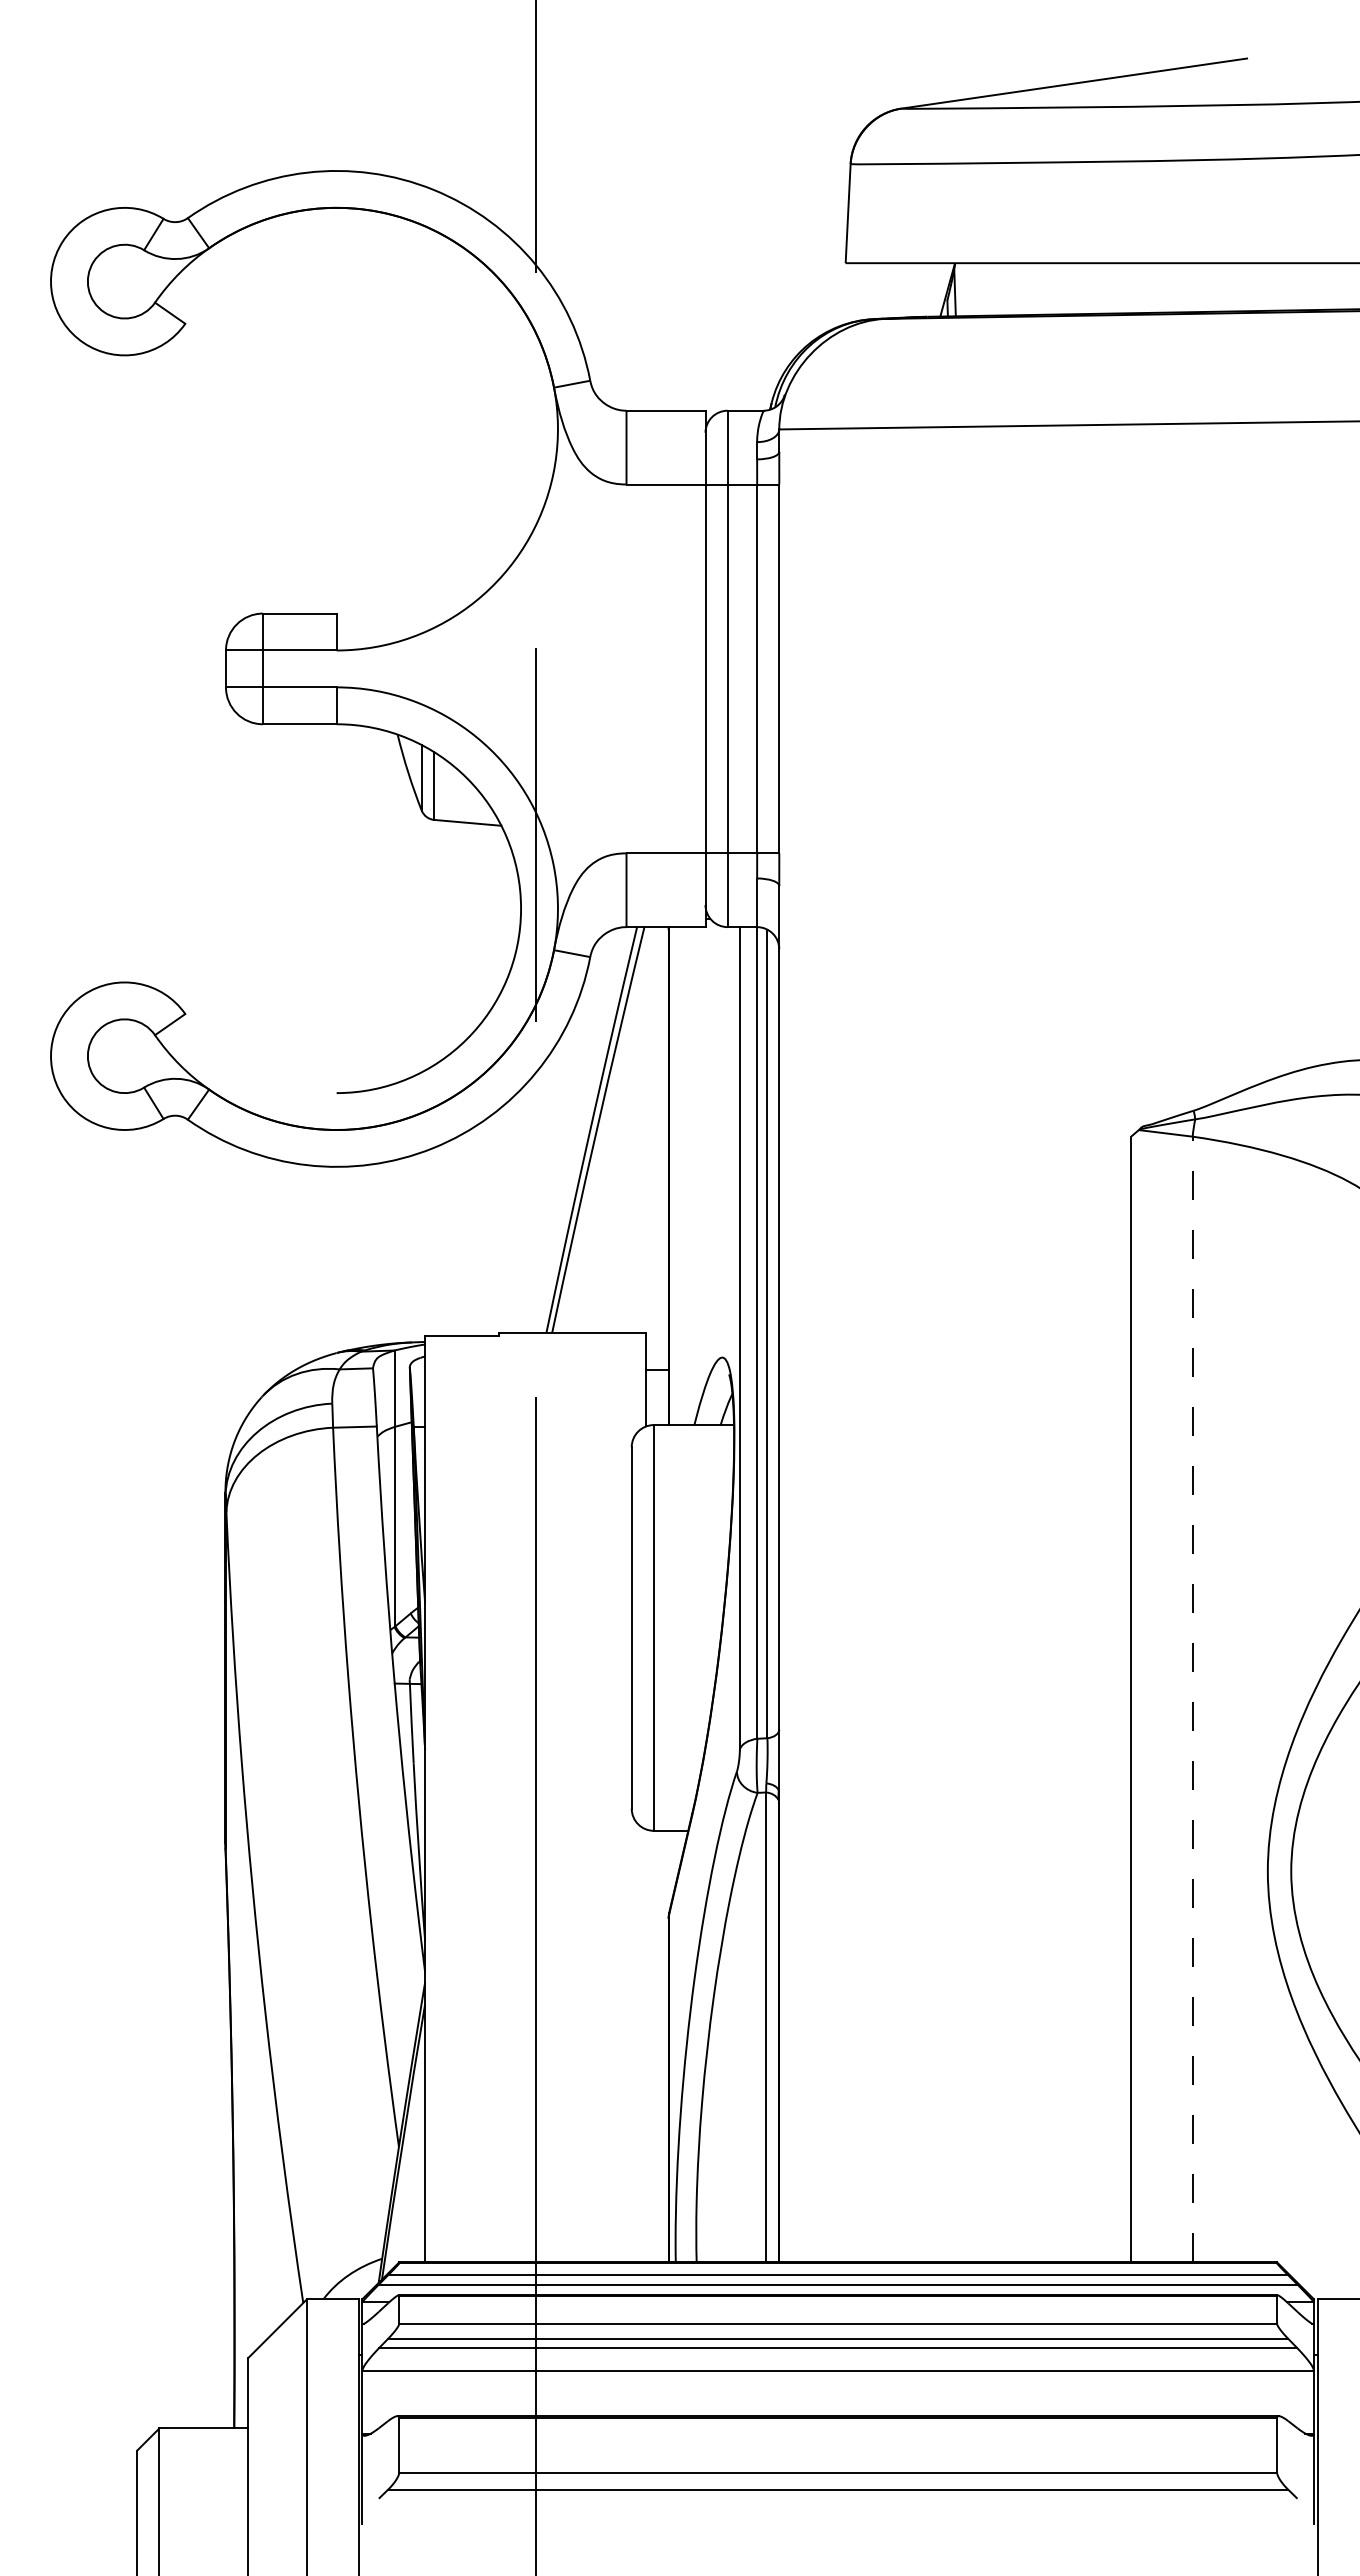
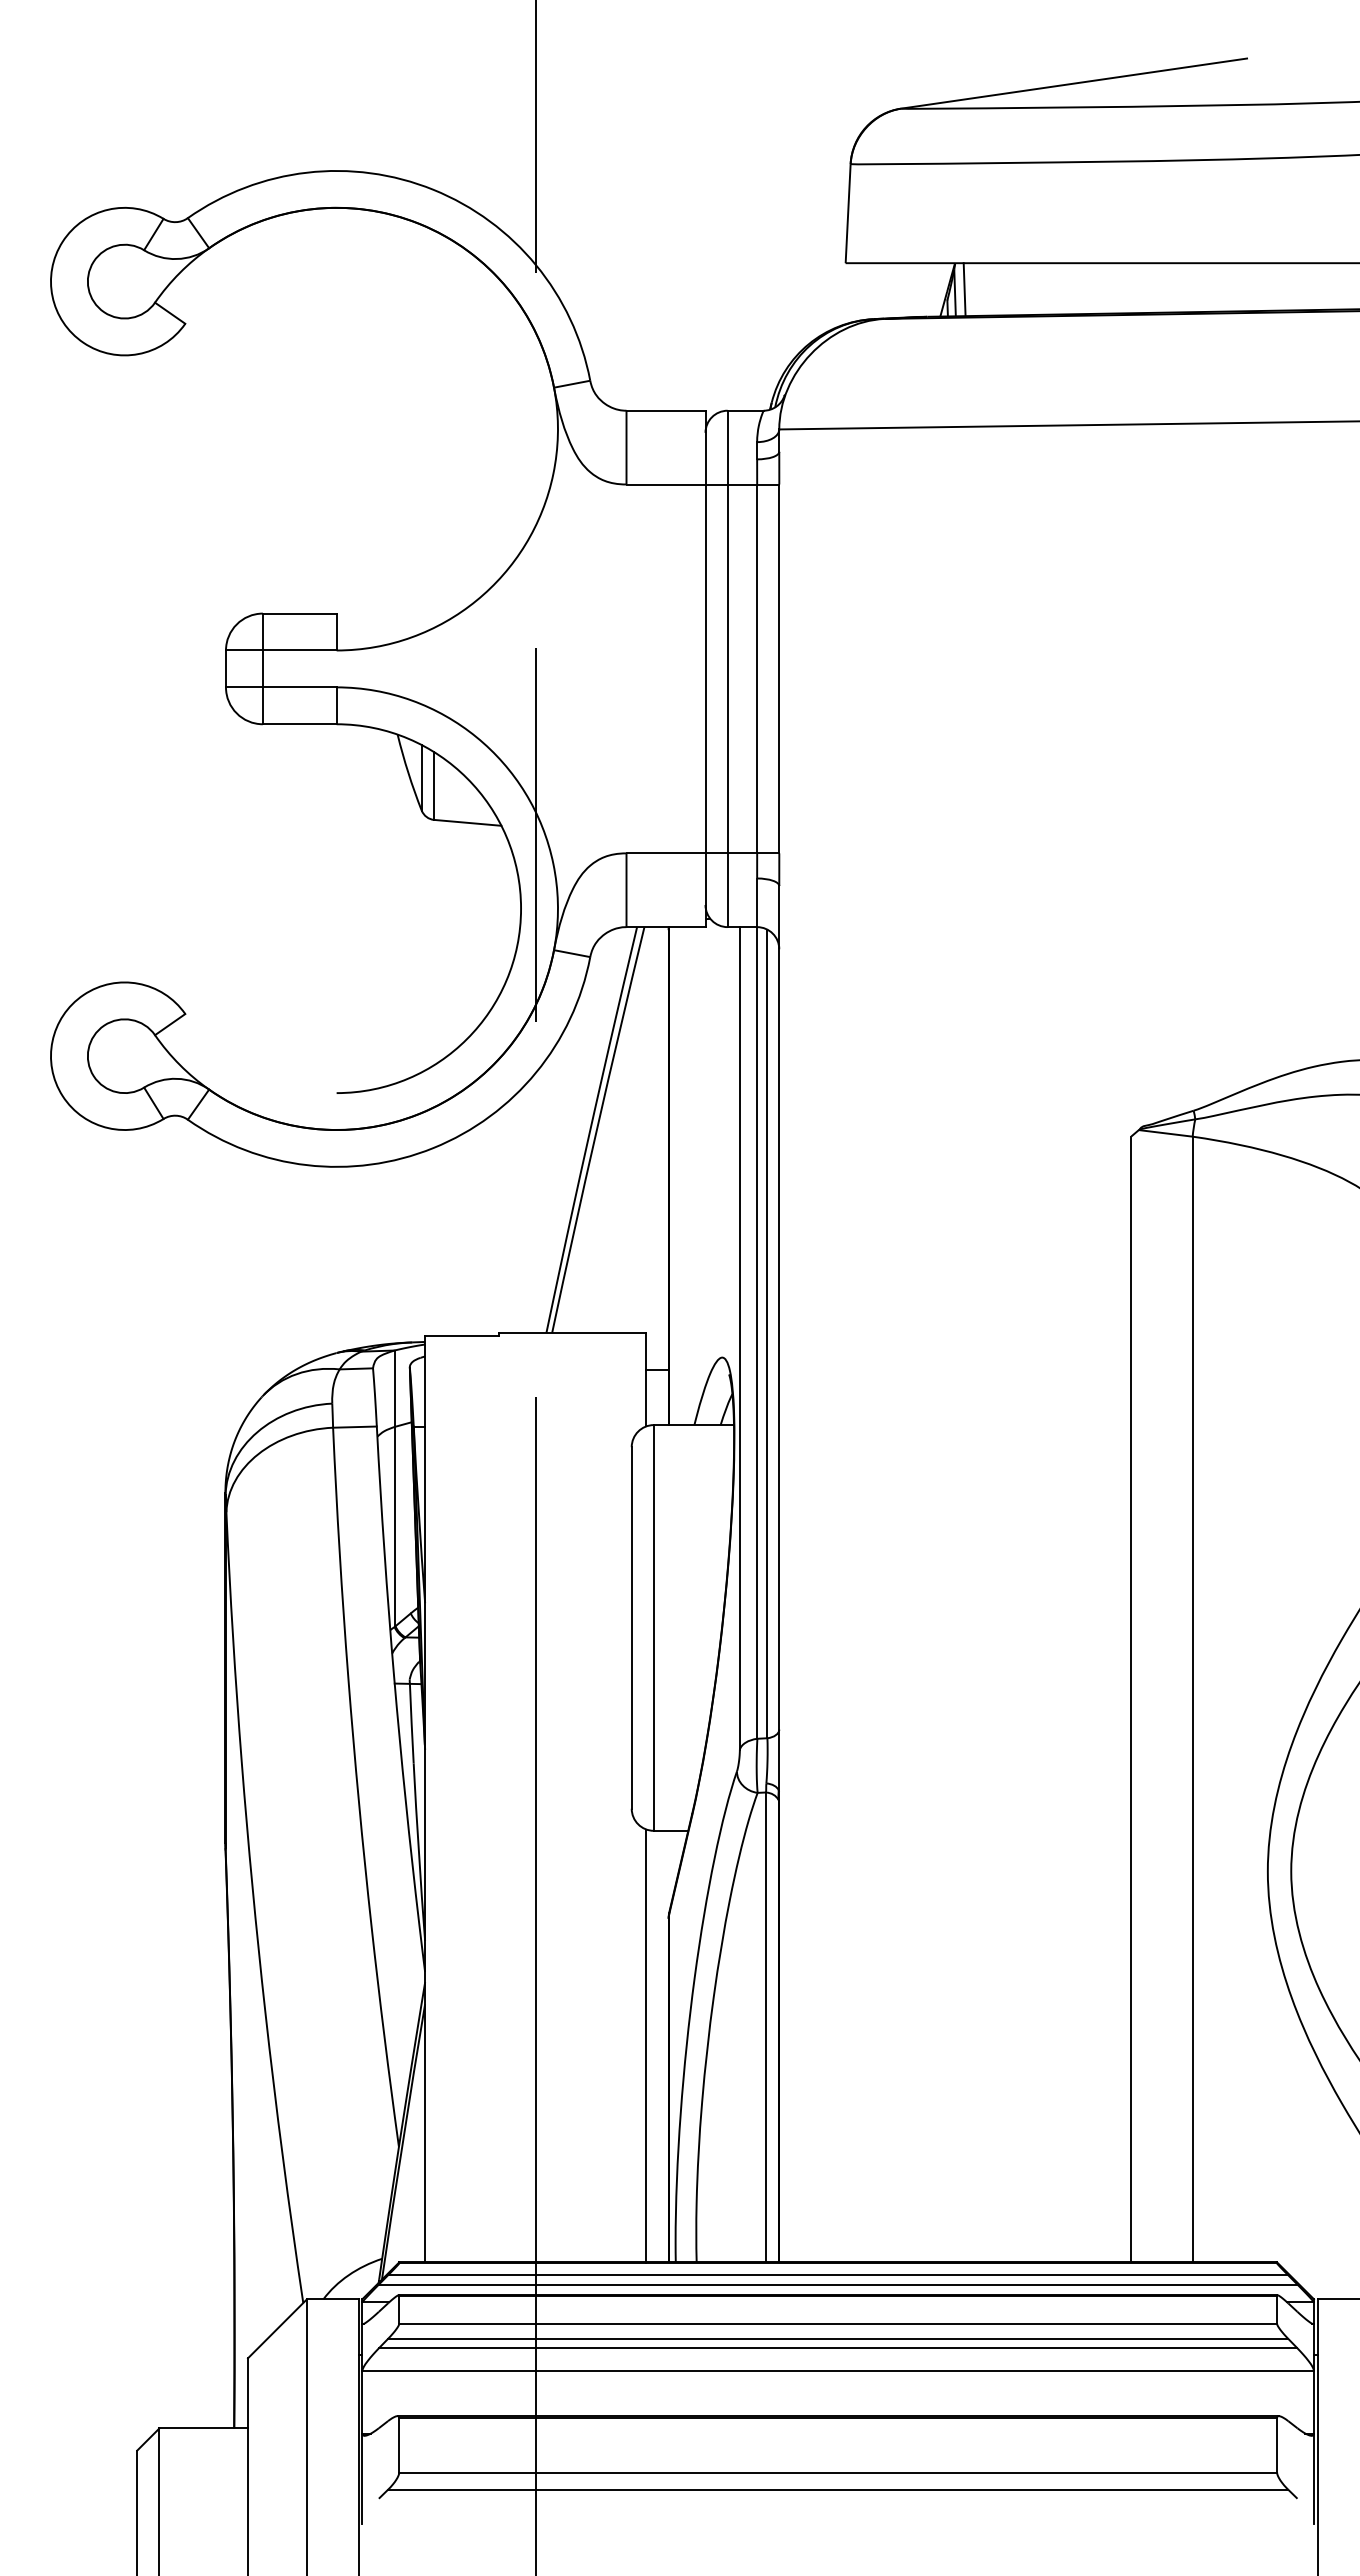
line at (964, 289): none -> present
line at (1192, 1699): dashed -> solid
line at (646, 2045): none -> present
